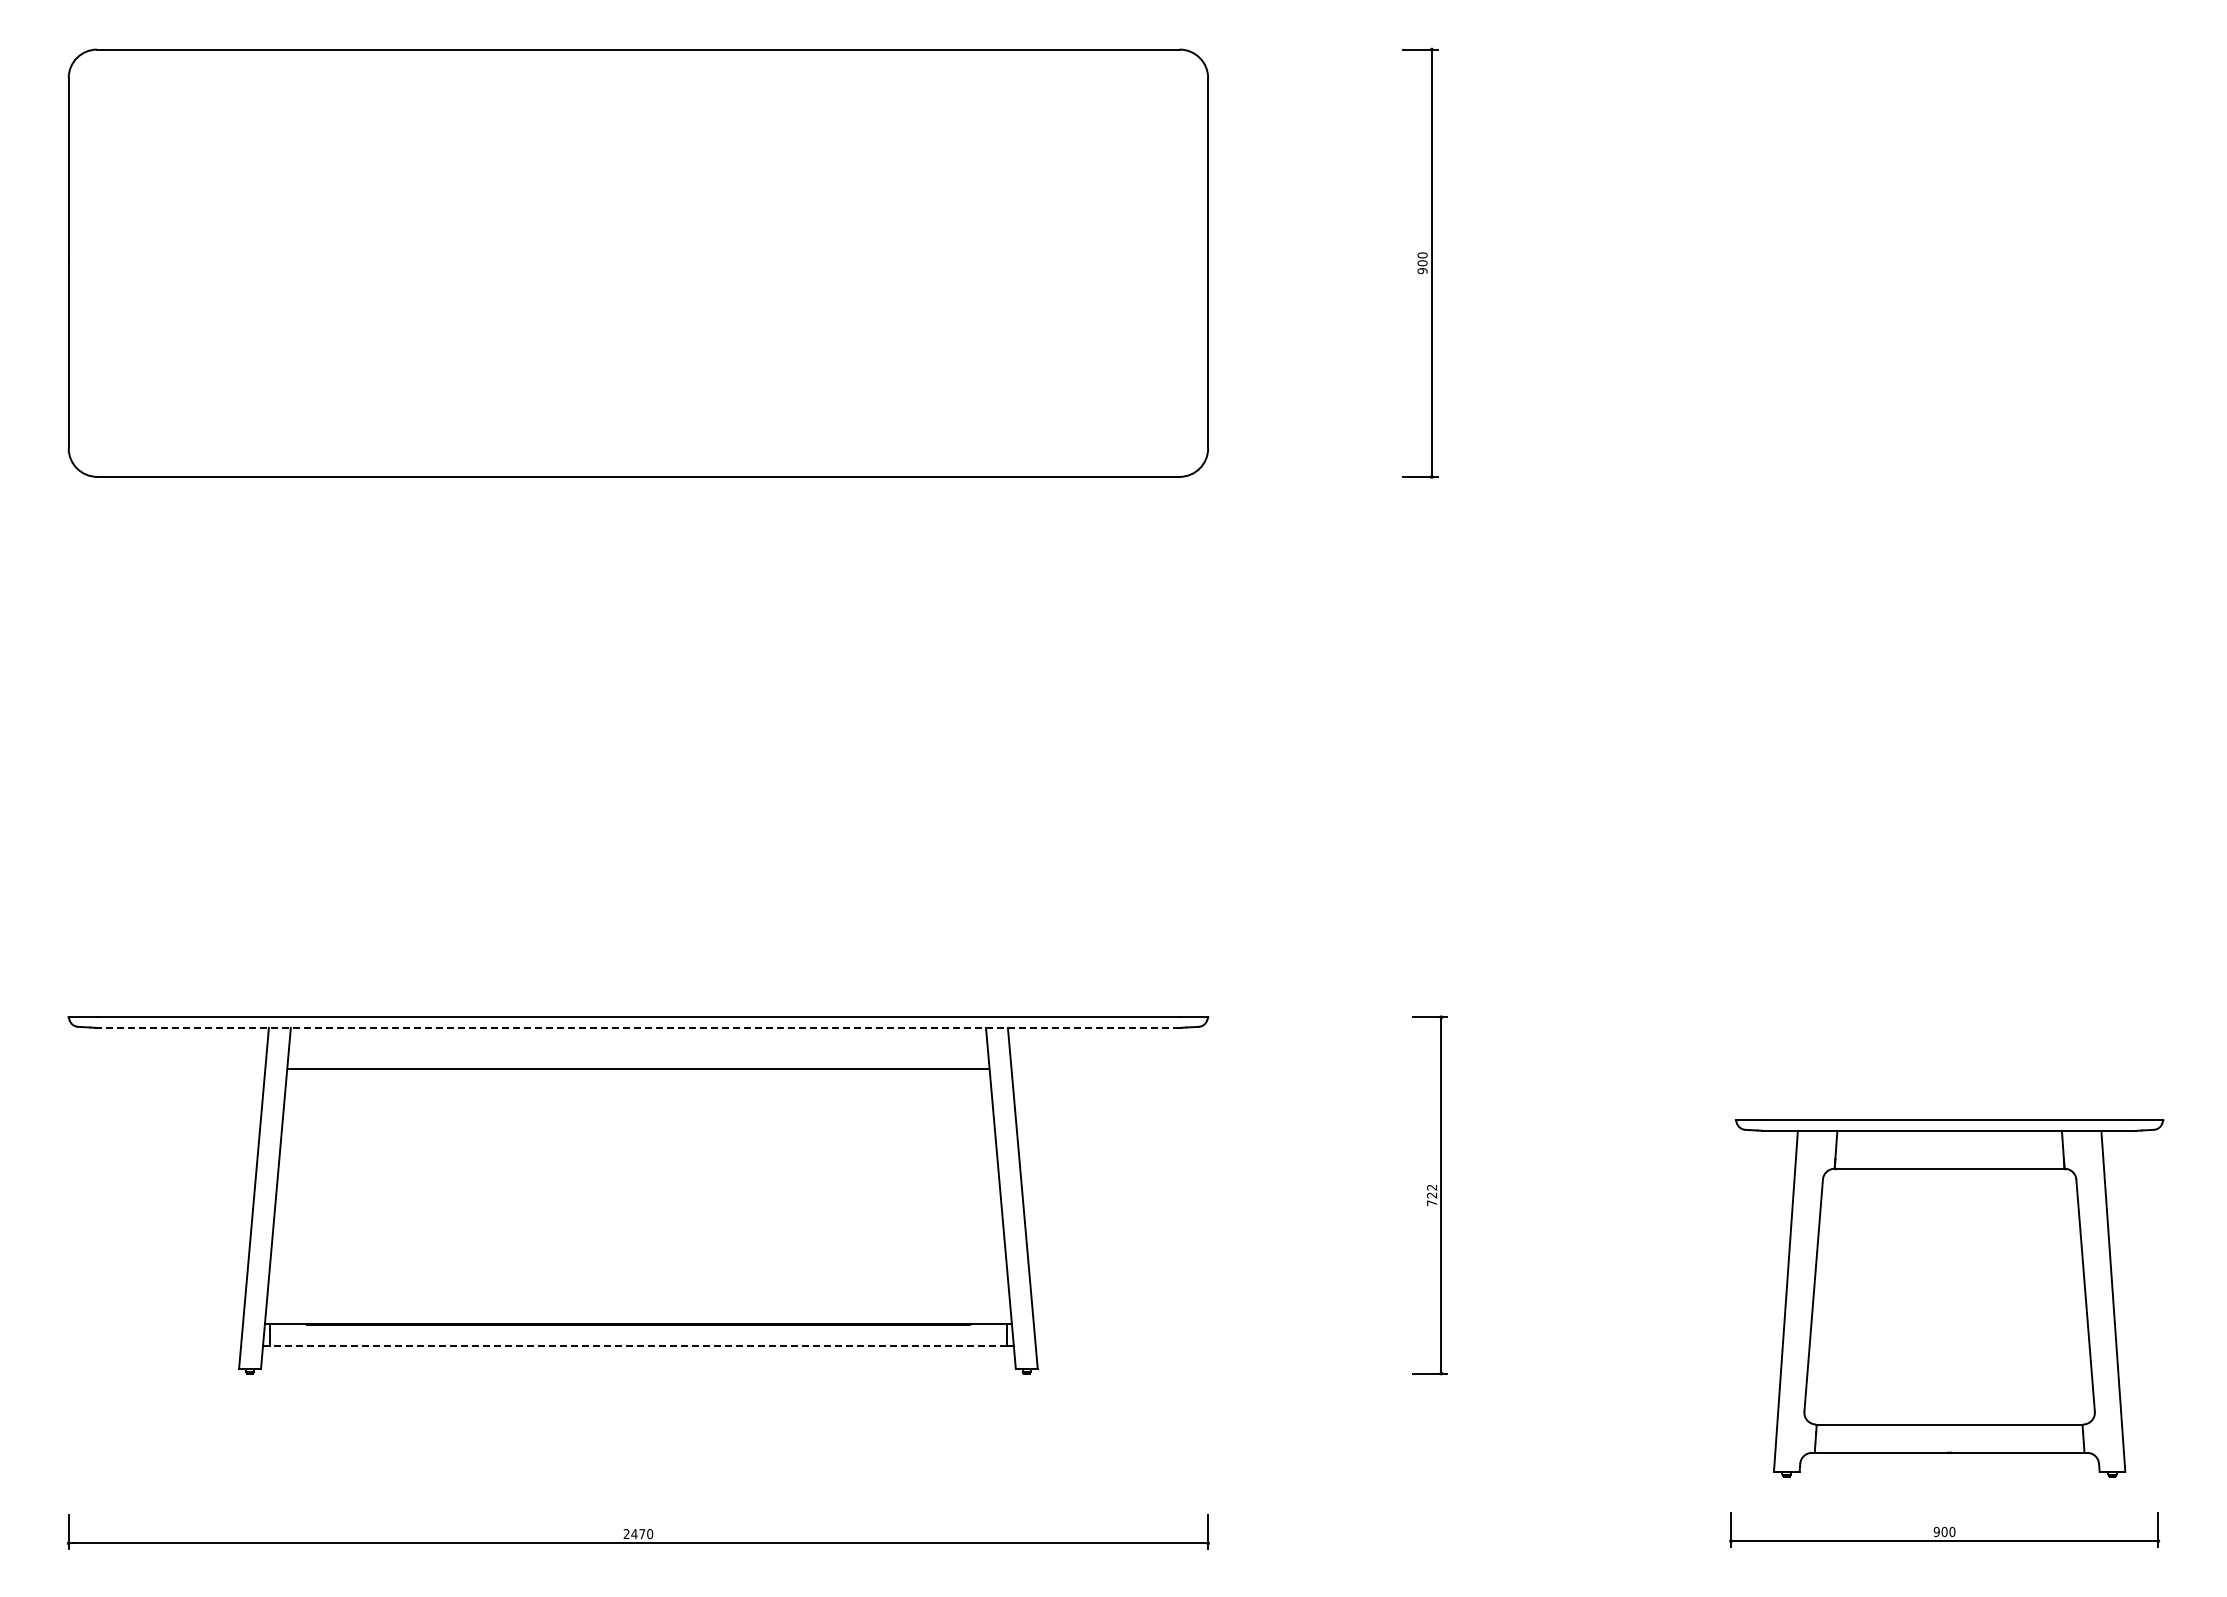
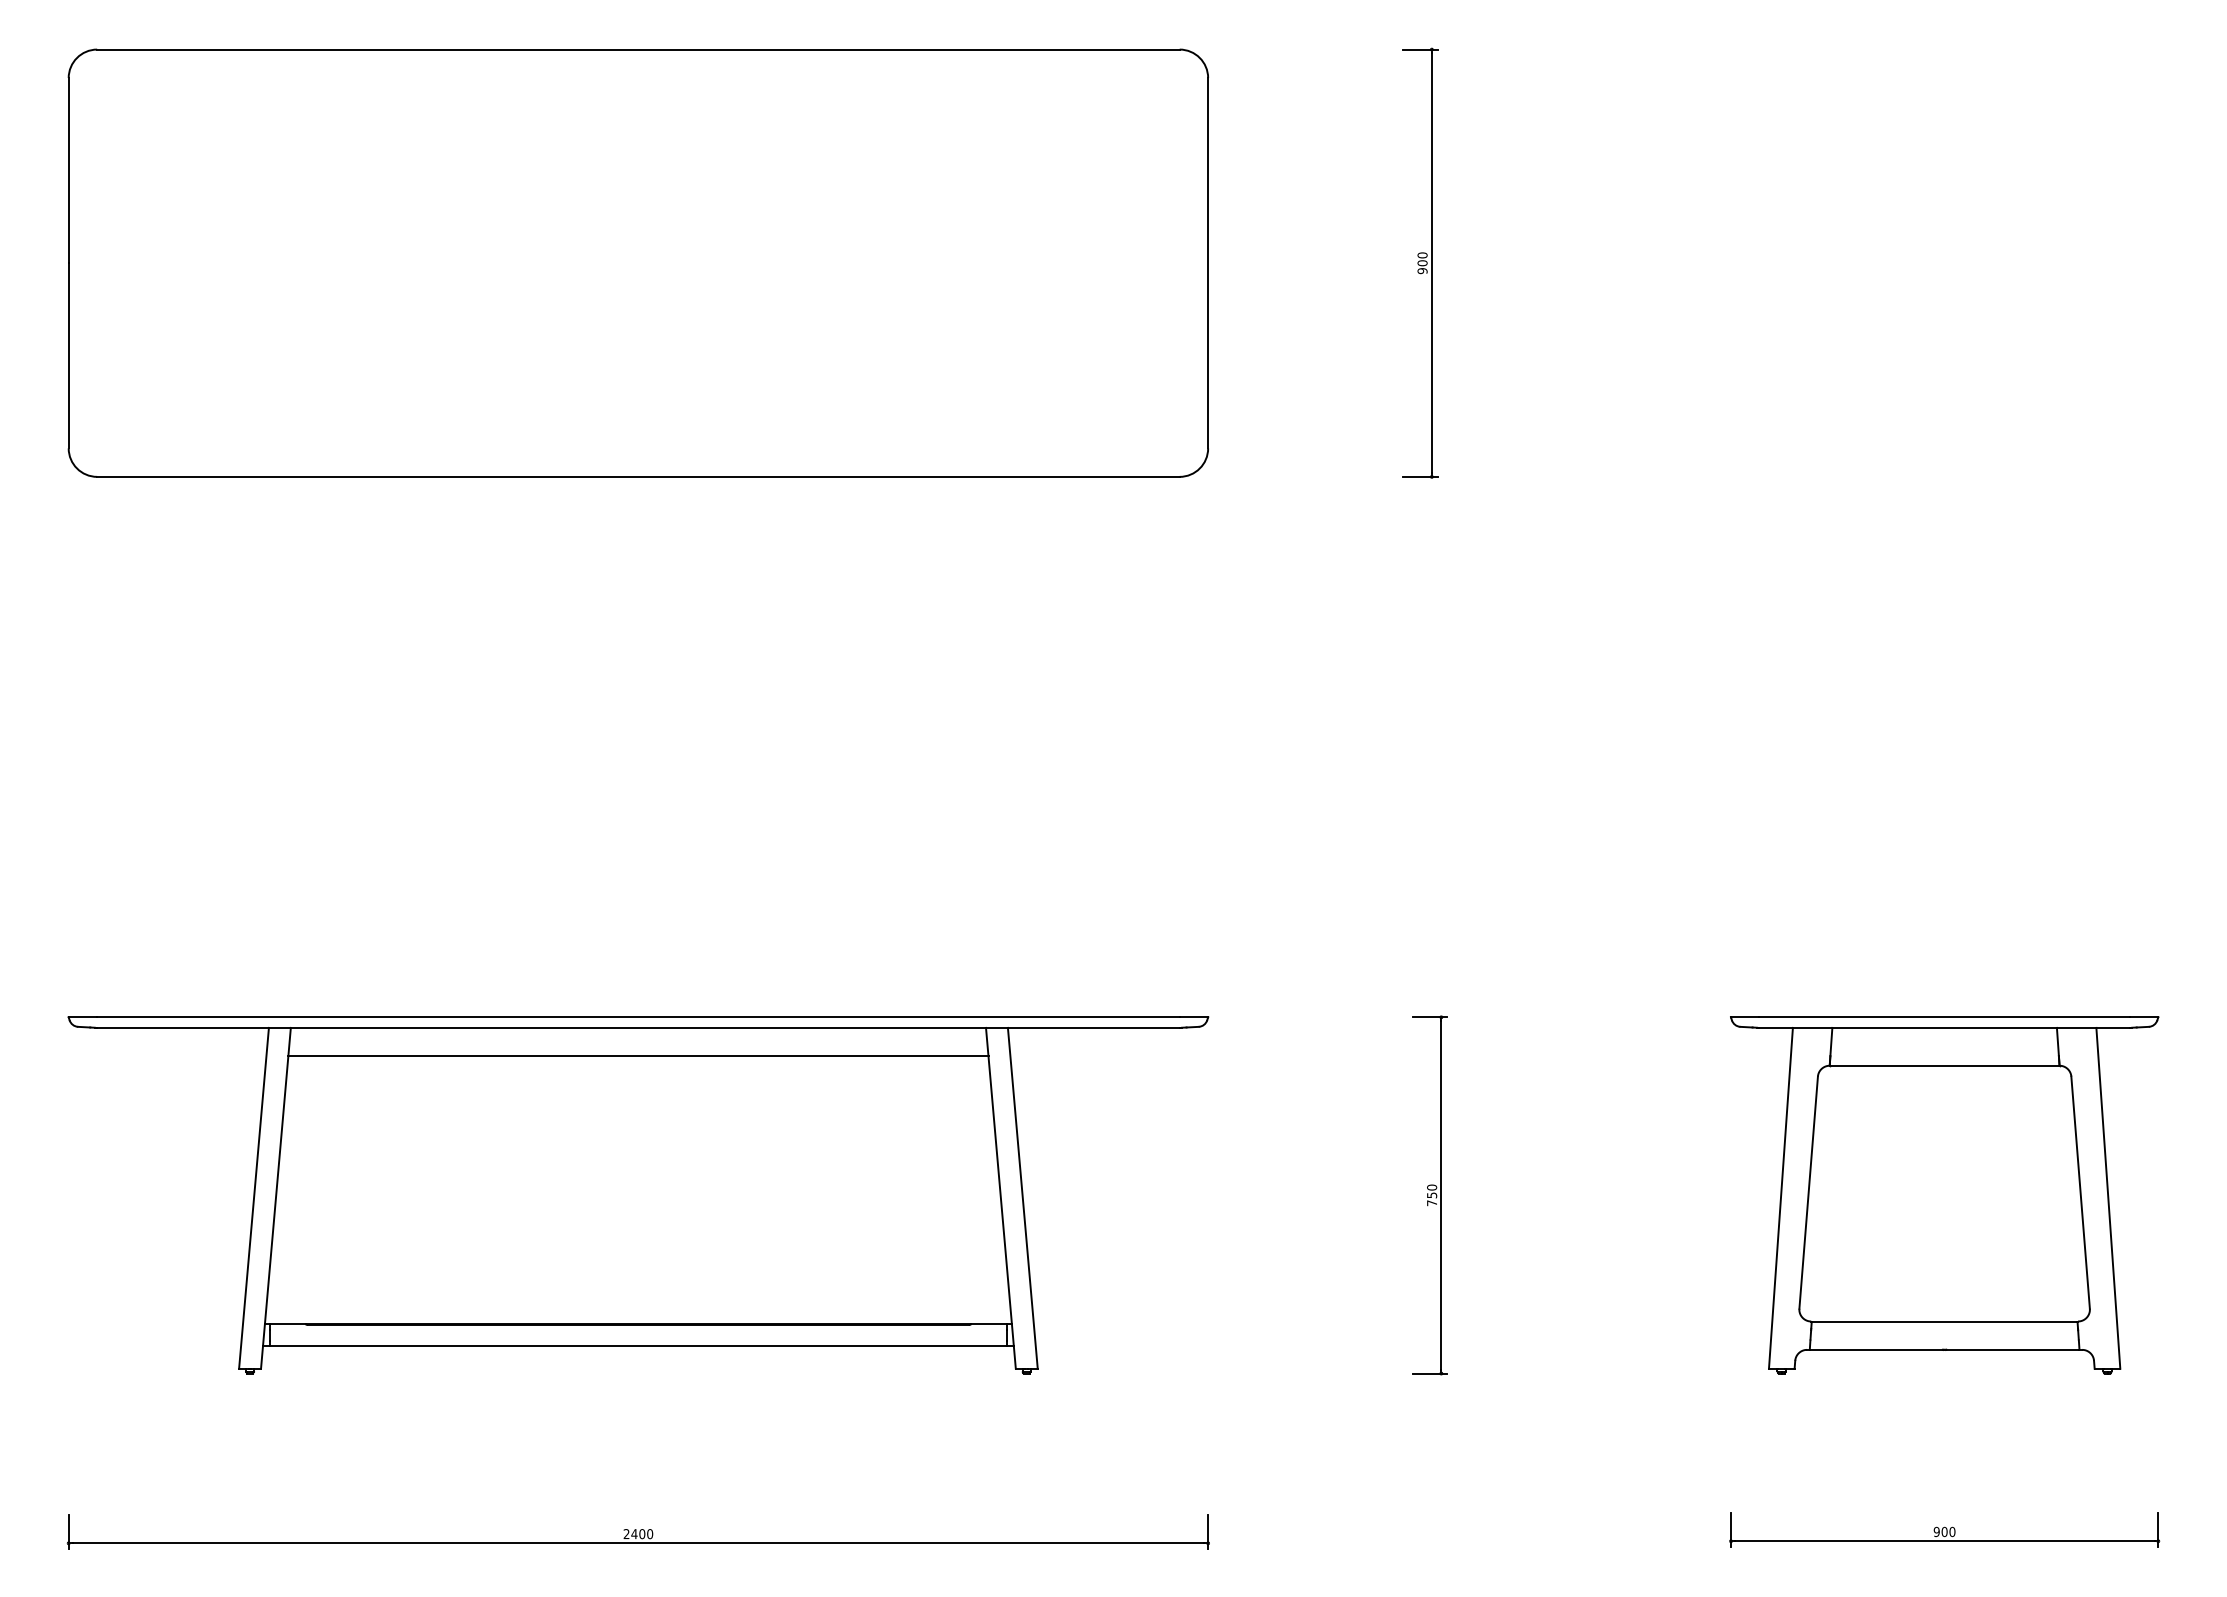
line at (637, 1027): dashed -> solid
line at (638, 1069) position: (638, 1069) -> (638, 1056)
text at (1432, 1191): 722 -> 750
part at (1949, 1298) position: (1949, 1298) -> (1944, 1195)
line at (638, 1346): dashed -> solid
text at (642, 1534): 2470 -> 2400
